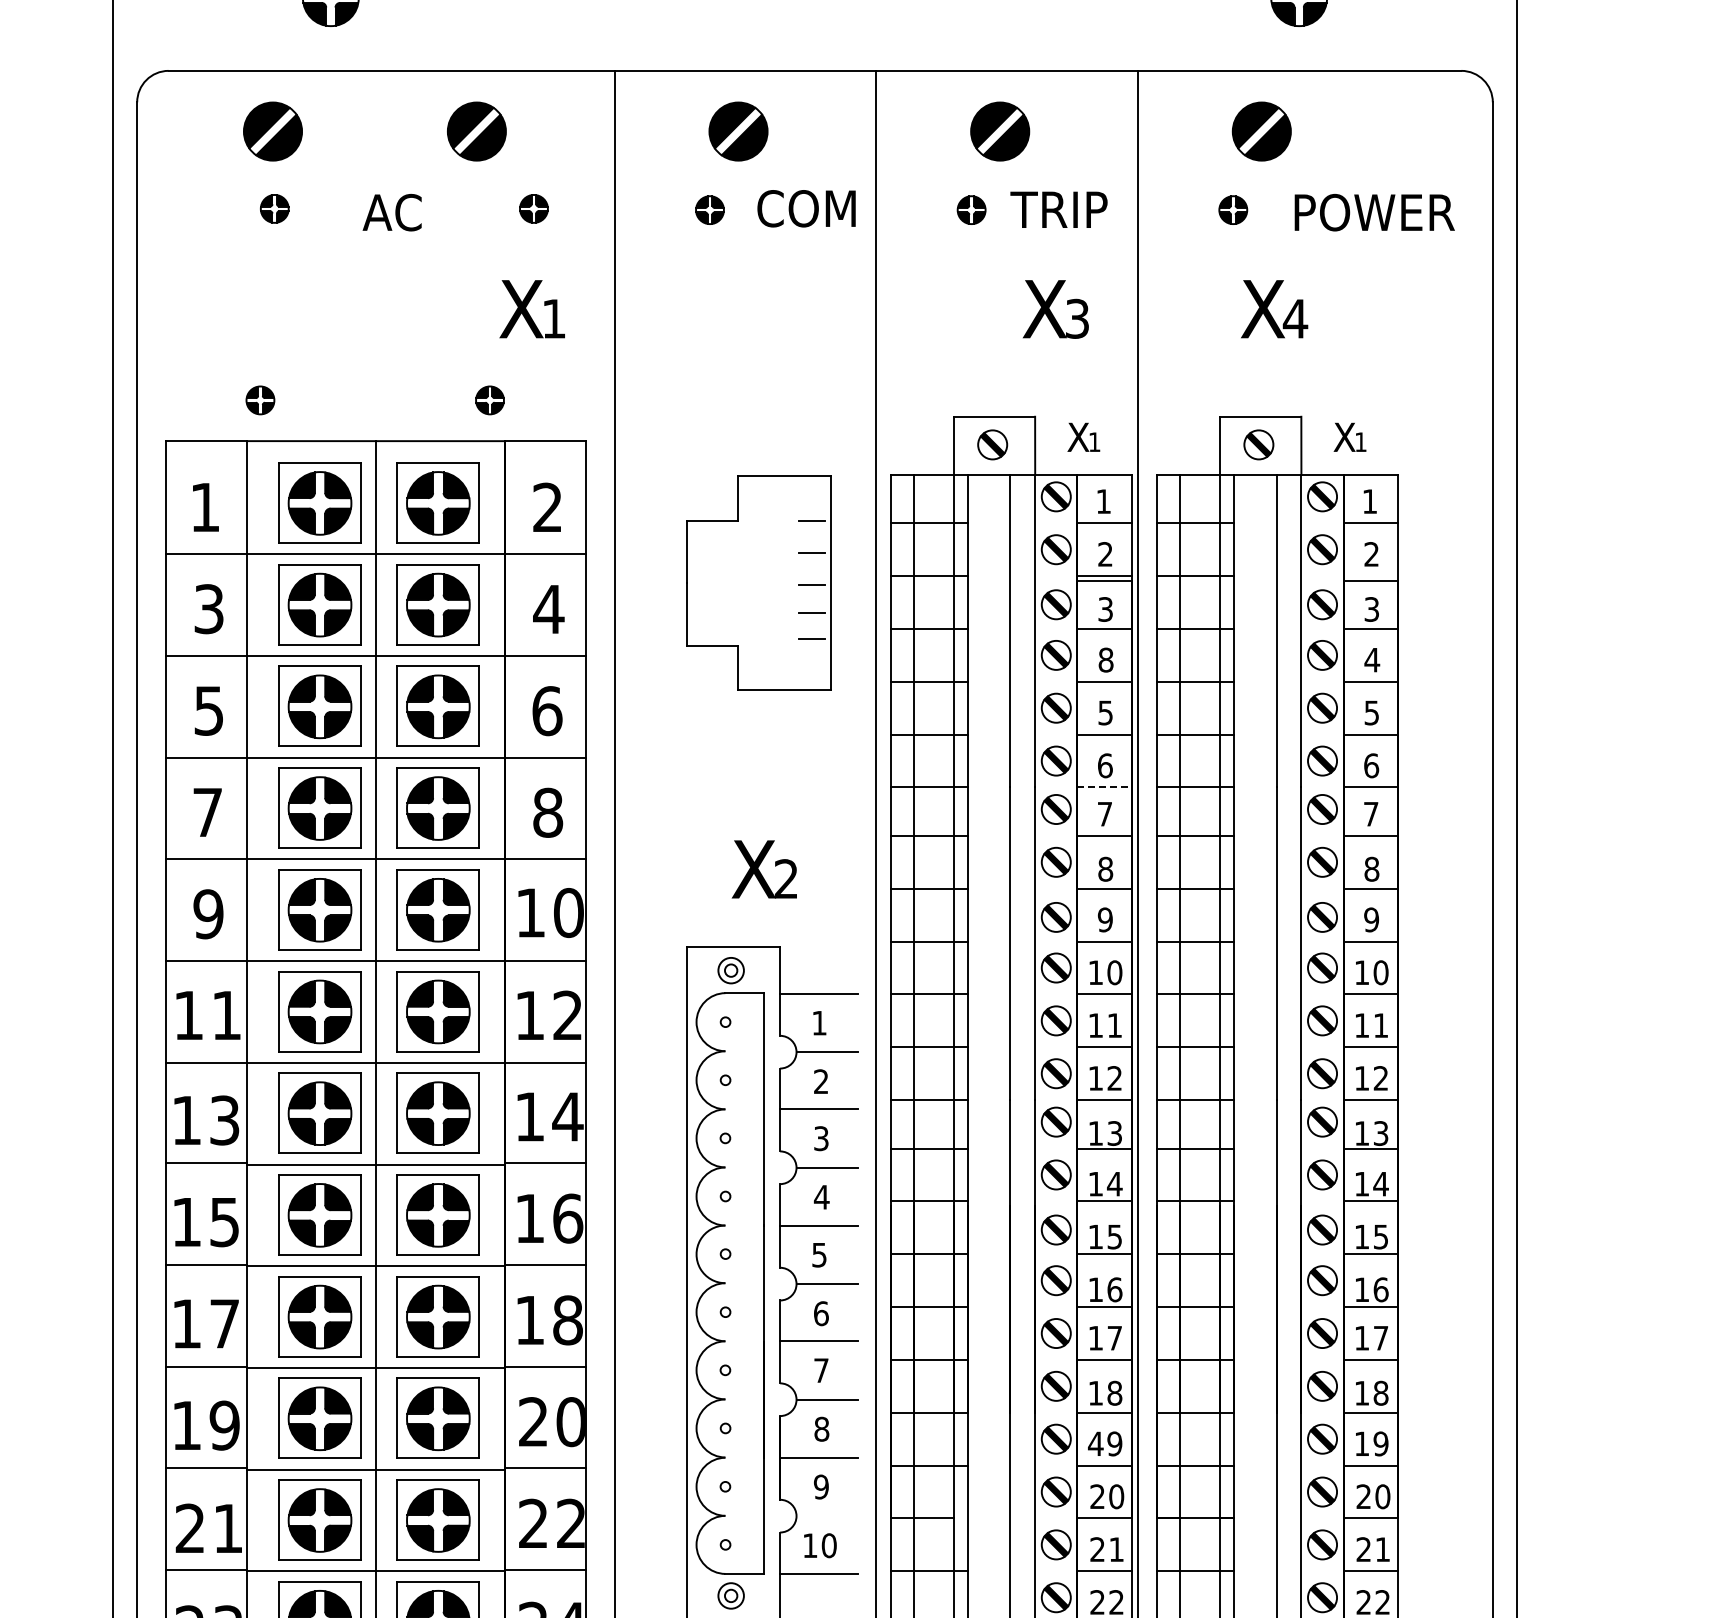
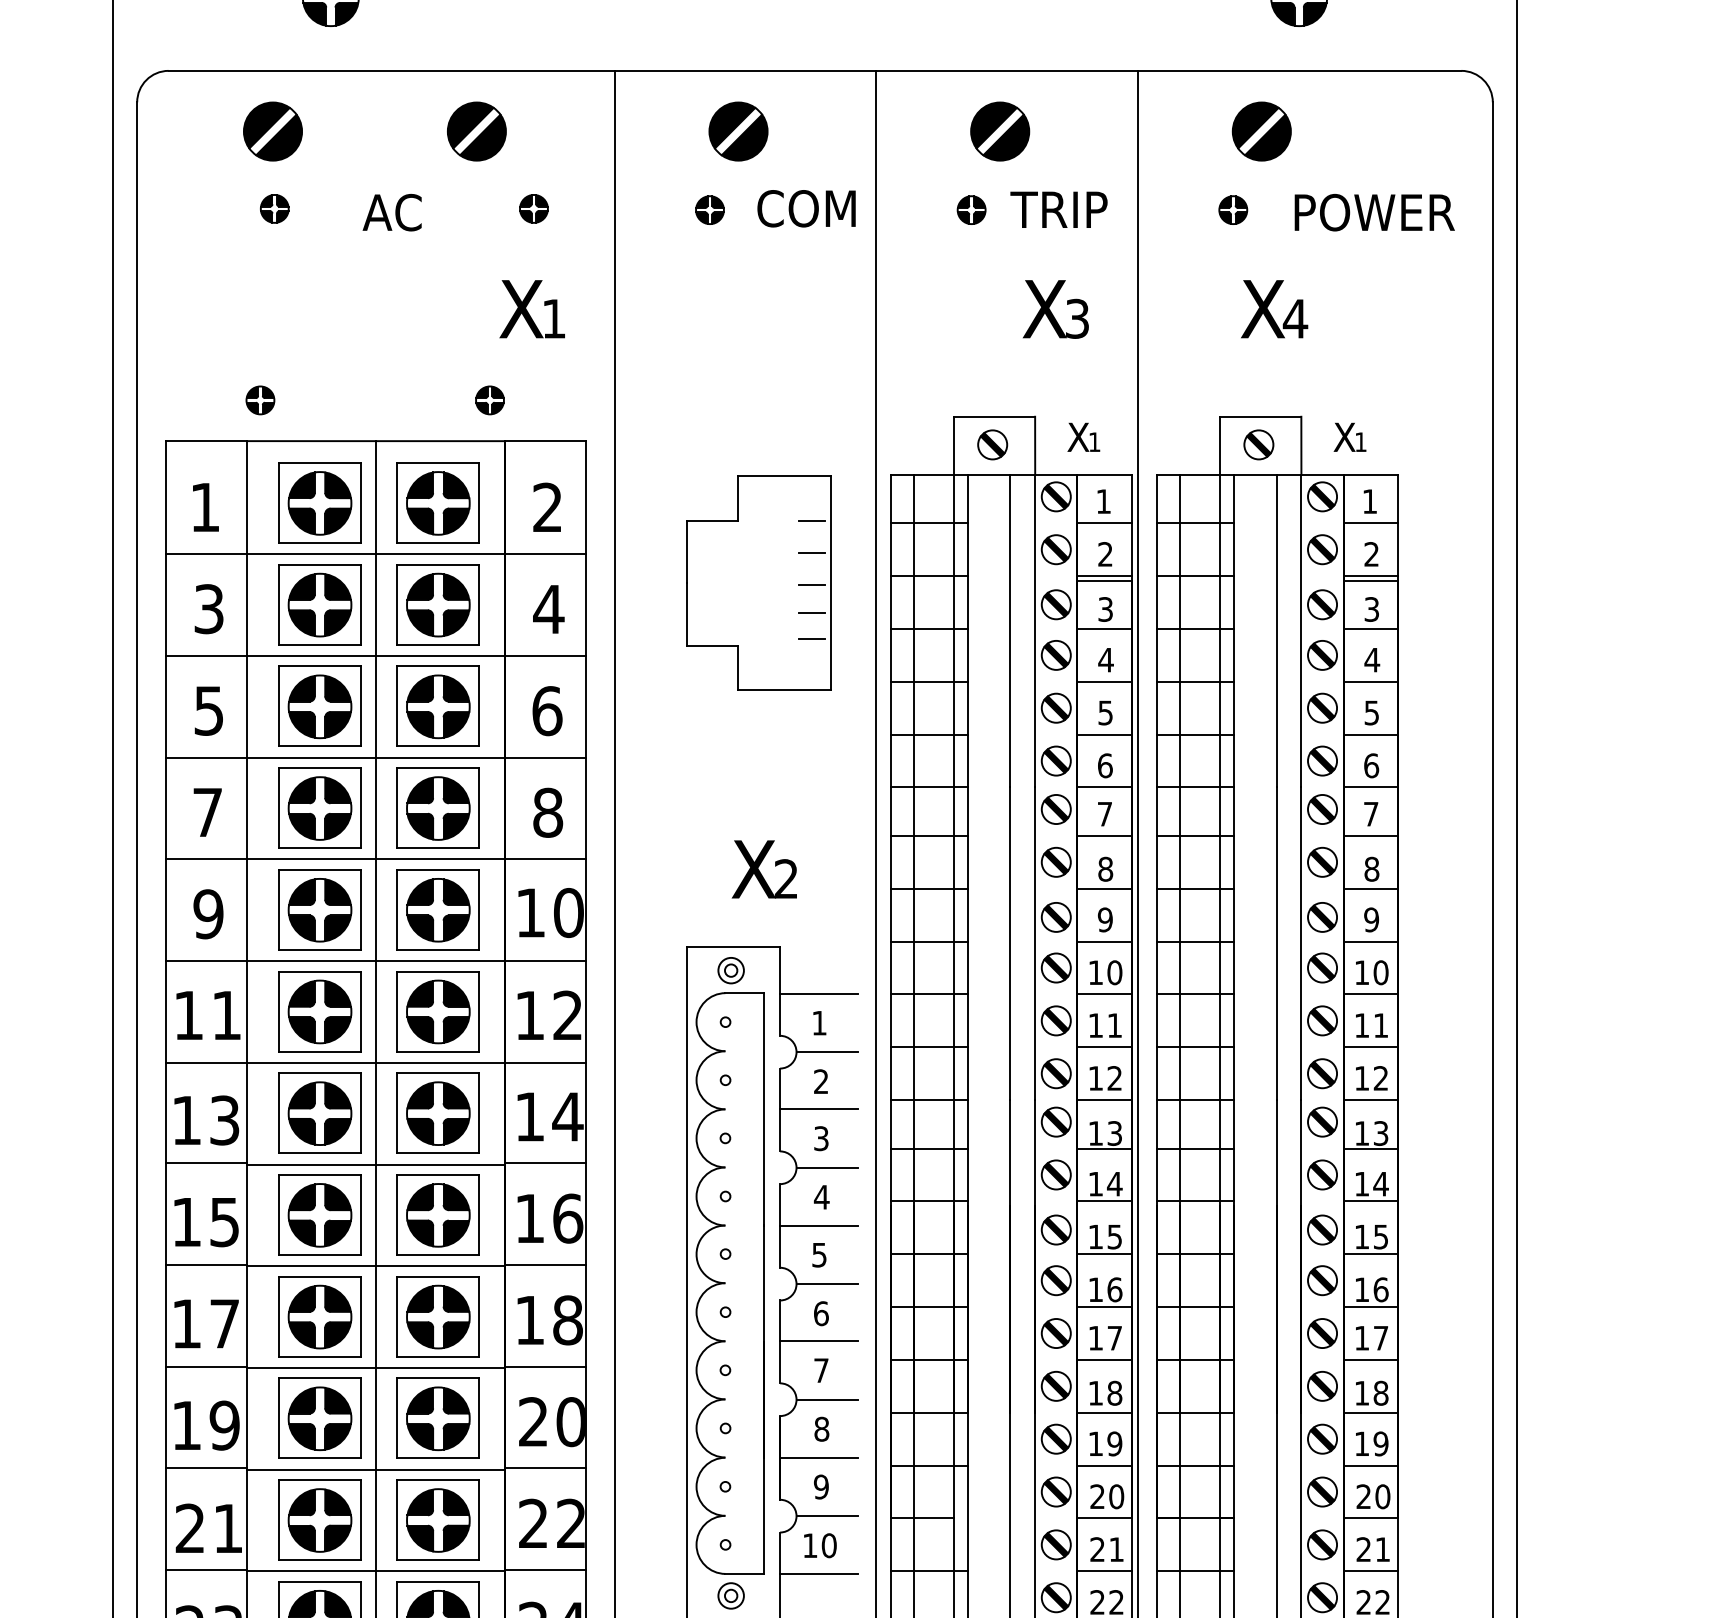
line at (1370, 576): none -> present
text at (1105, 659): 8 -> 4
line at (1105, 787): dashed -> solid
text at (1095, 1443): 49 -> 19
line at (826, 1516): none -> present
